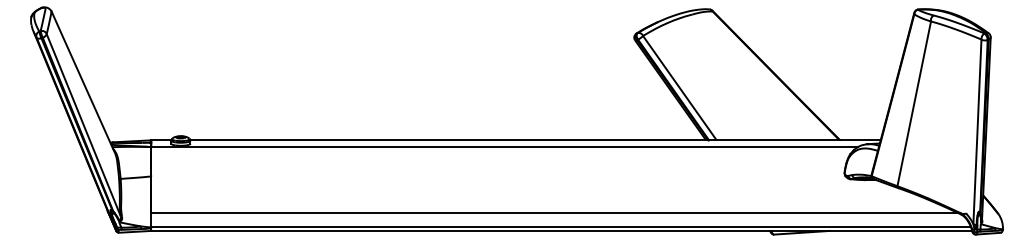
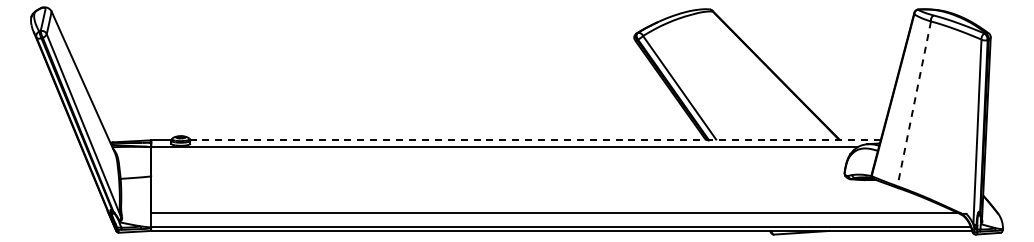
line at (914, 104): solid -> dashed
line at (535, 140): solid -> dashed
